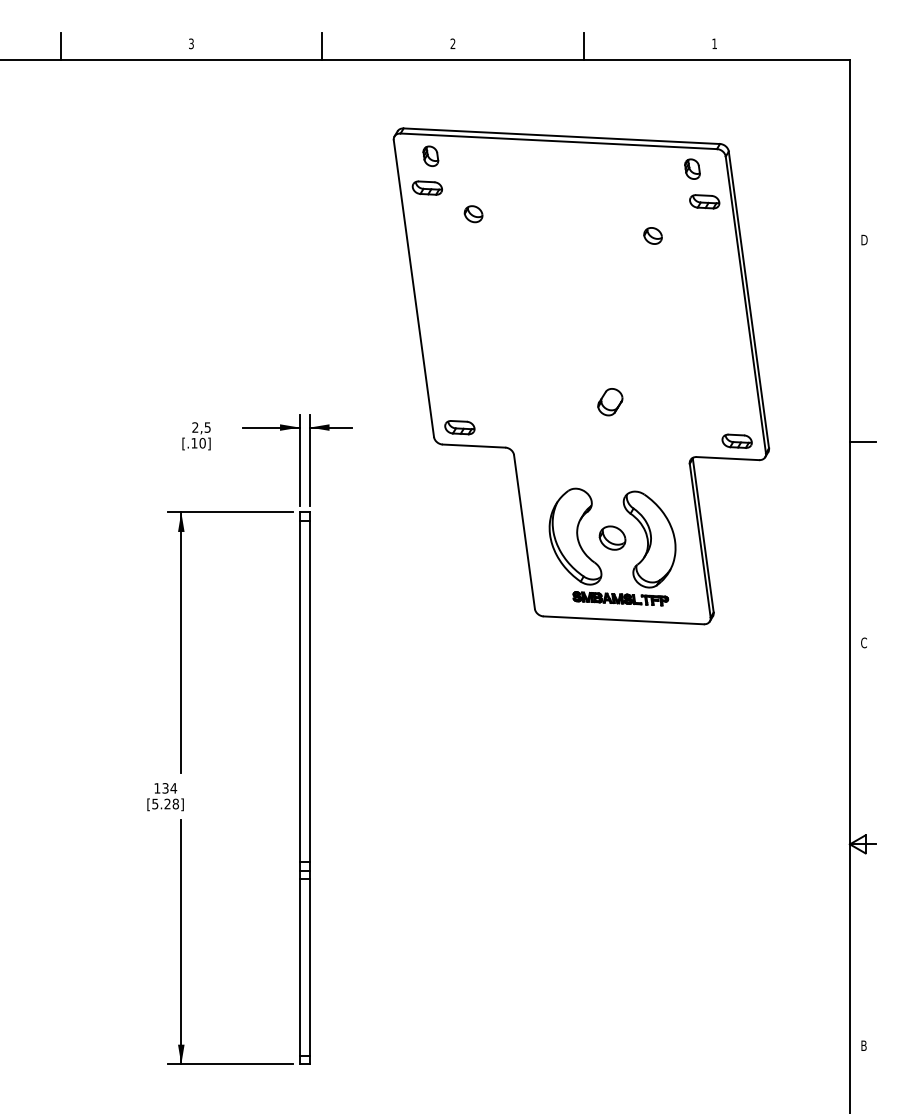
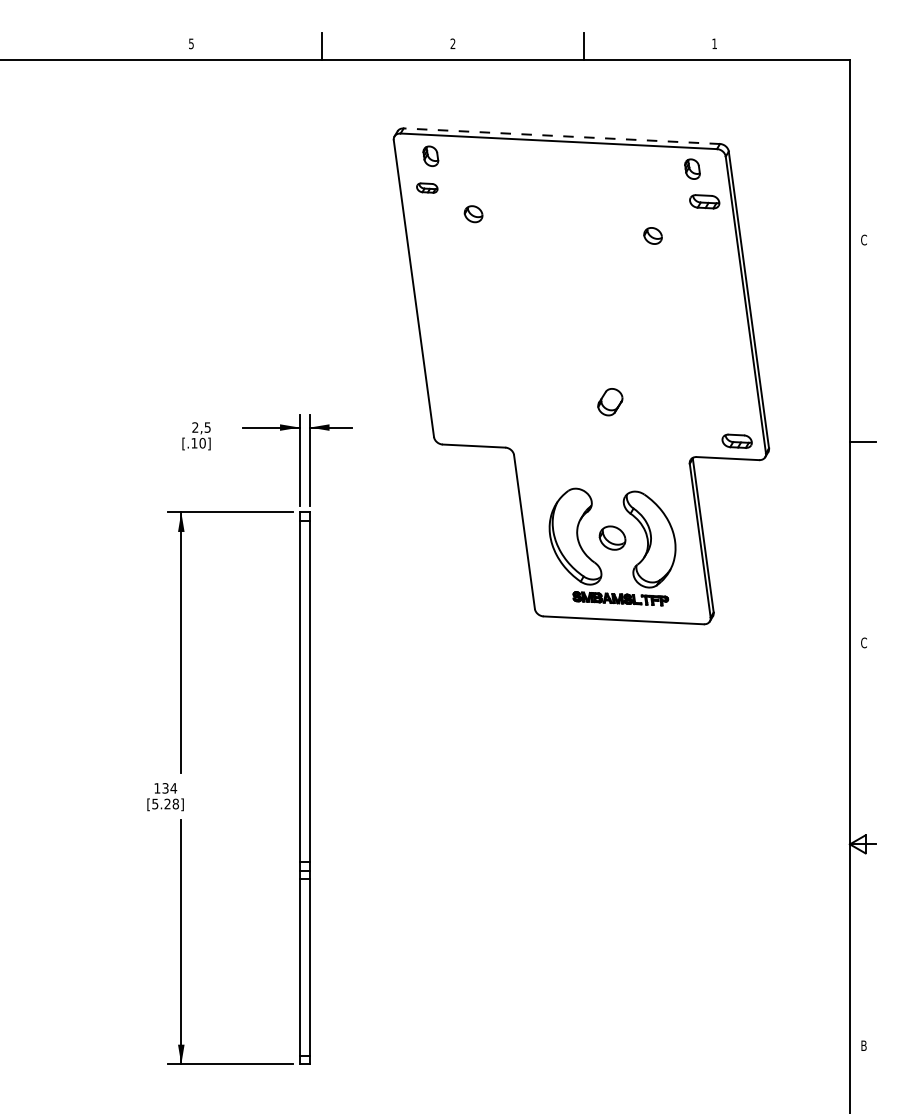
text at (191, 42): 3 -> 5
line at (60, 46): present -> none
line at (561, 136): solid -> dashed
part at (426, 187) size: 32x16 px -> 23x12 px
text at (864, 239): D -> C
part at (459, 427): present -> none
